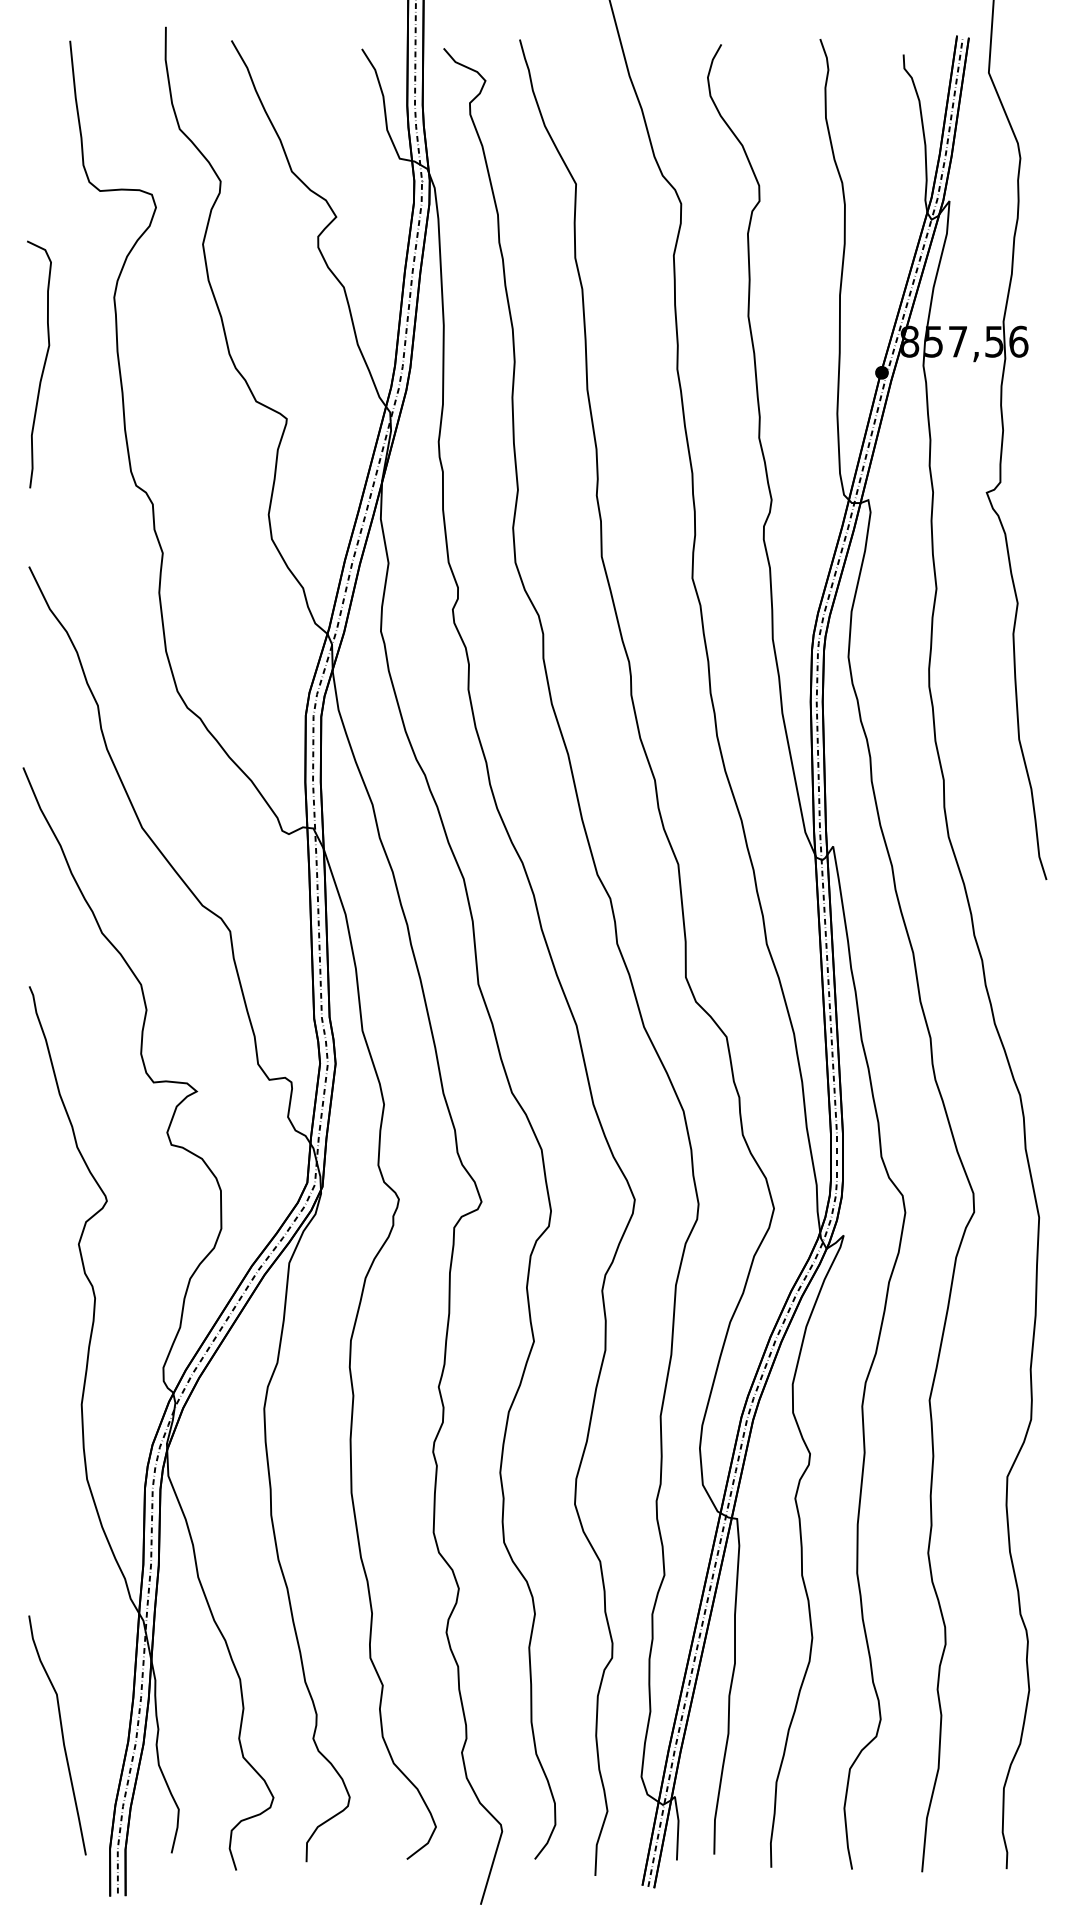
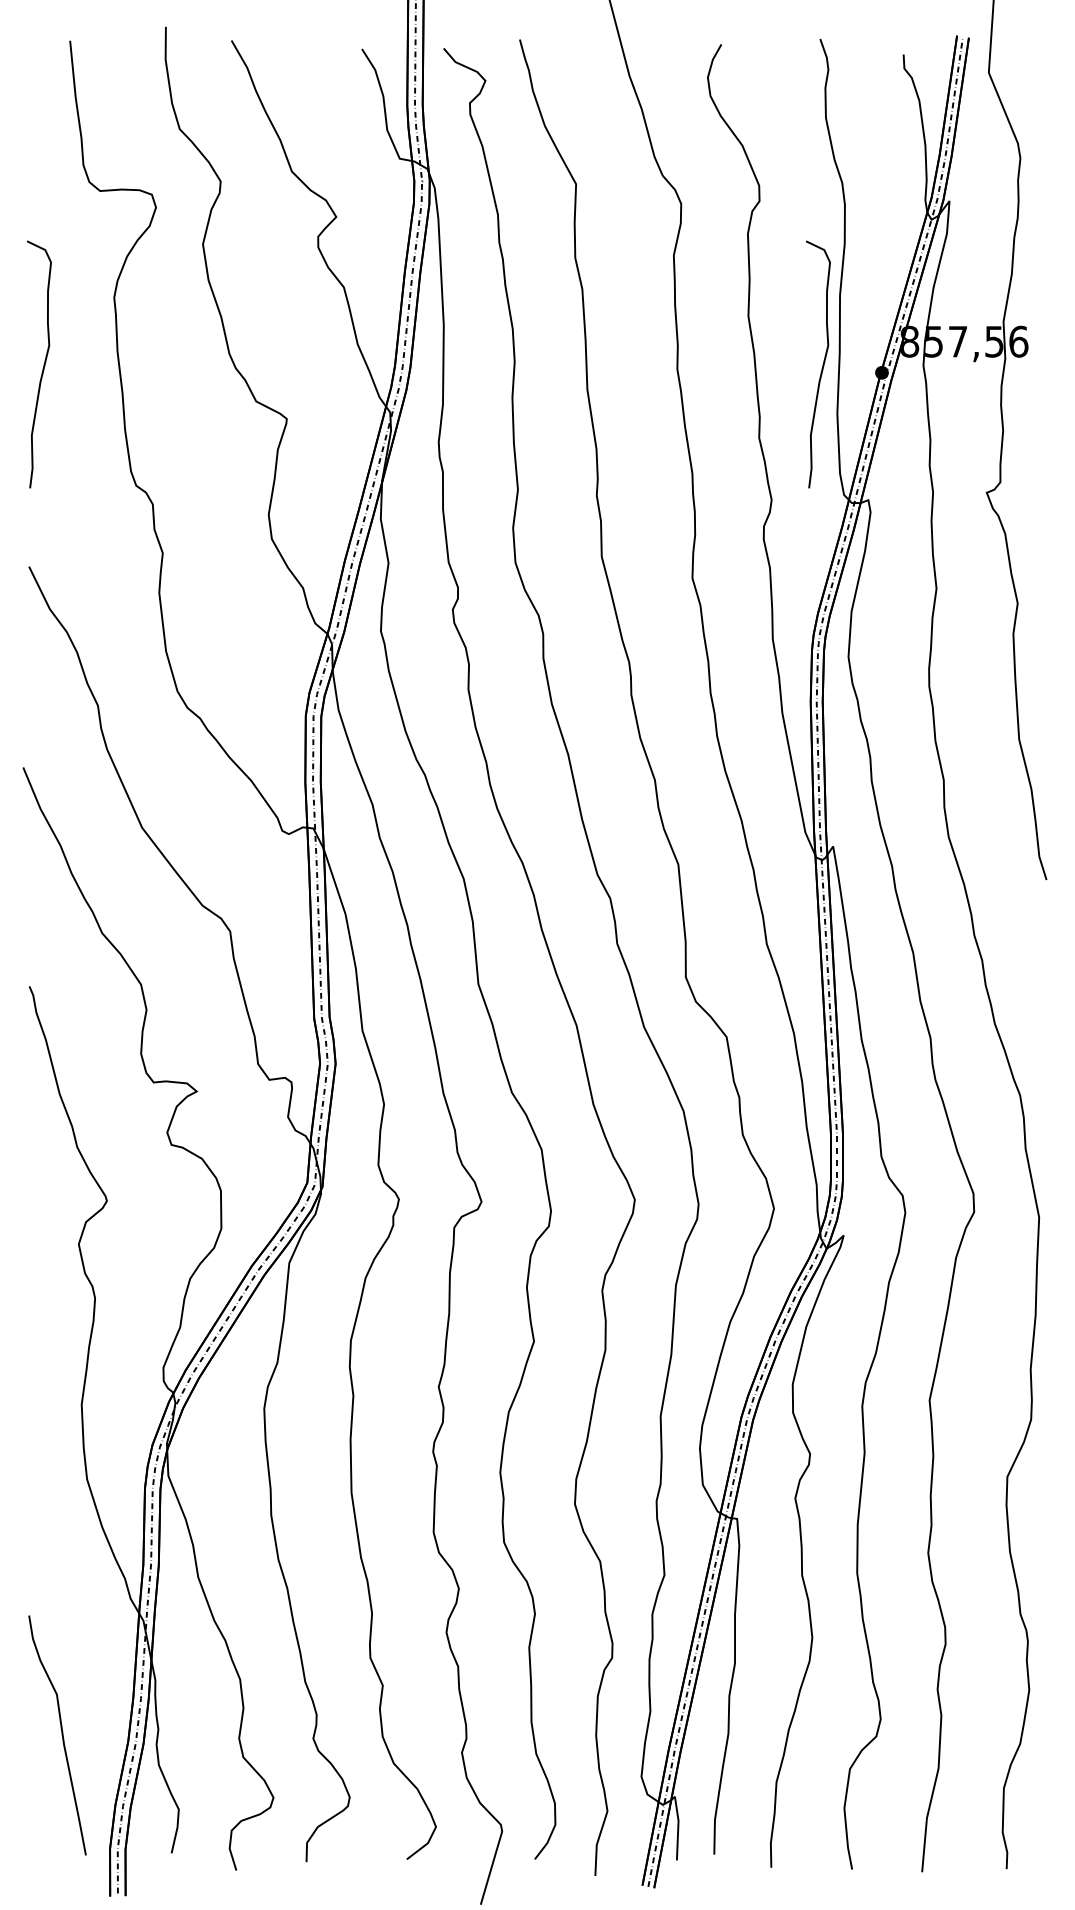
curve at (822, 364): none -> present
